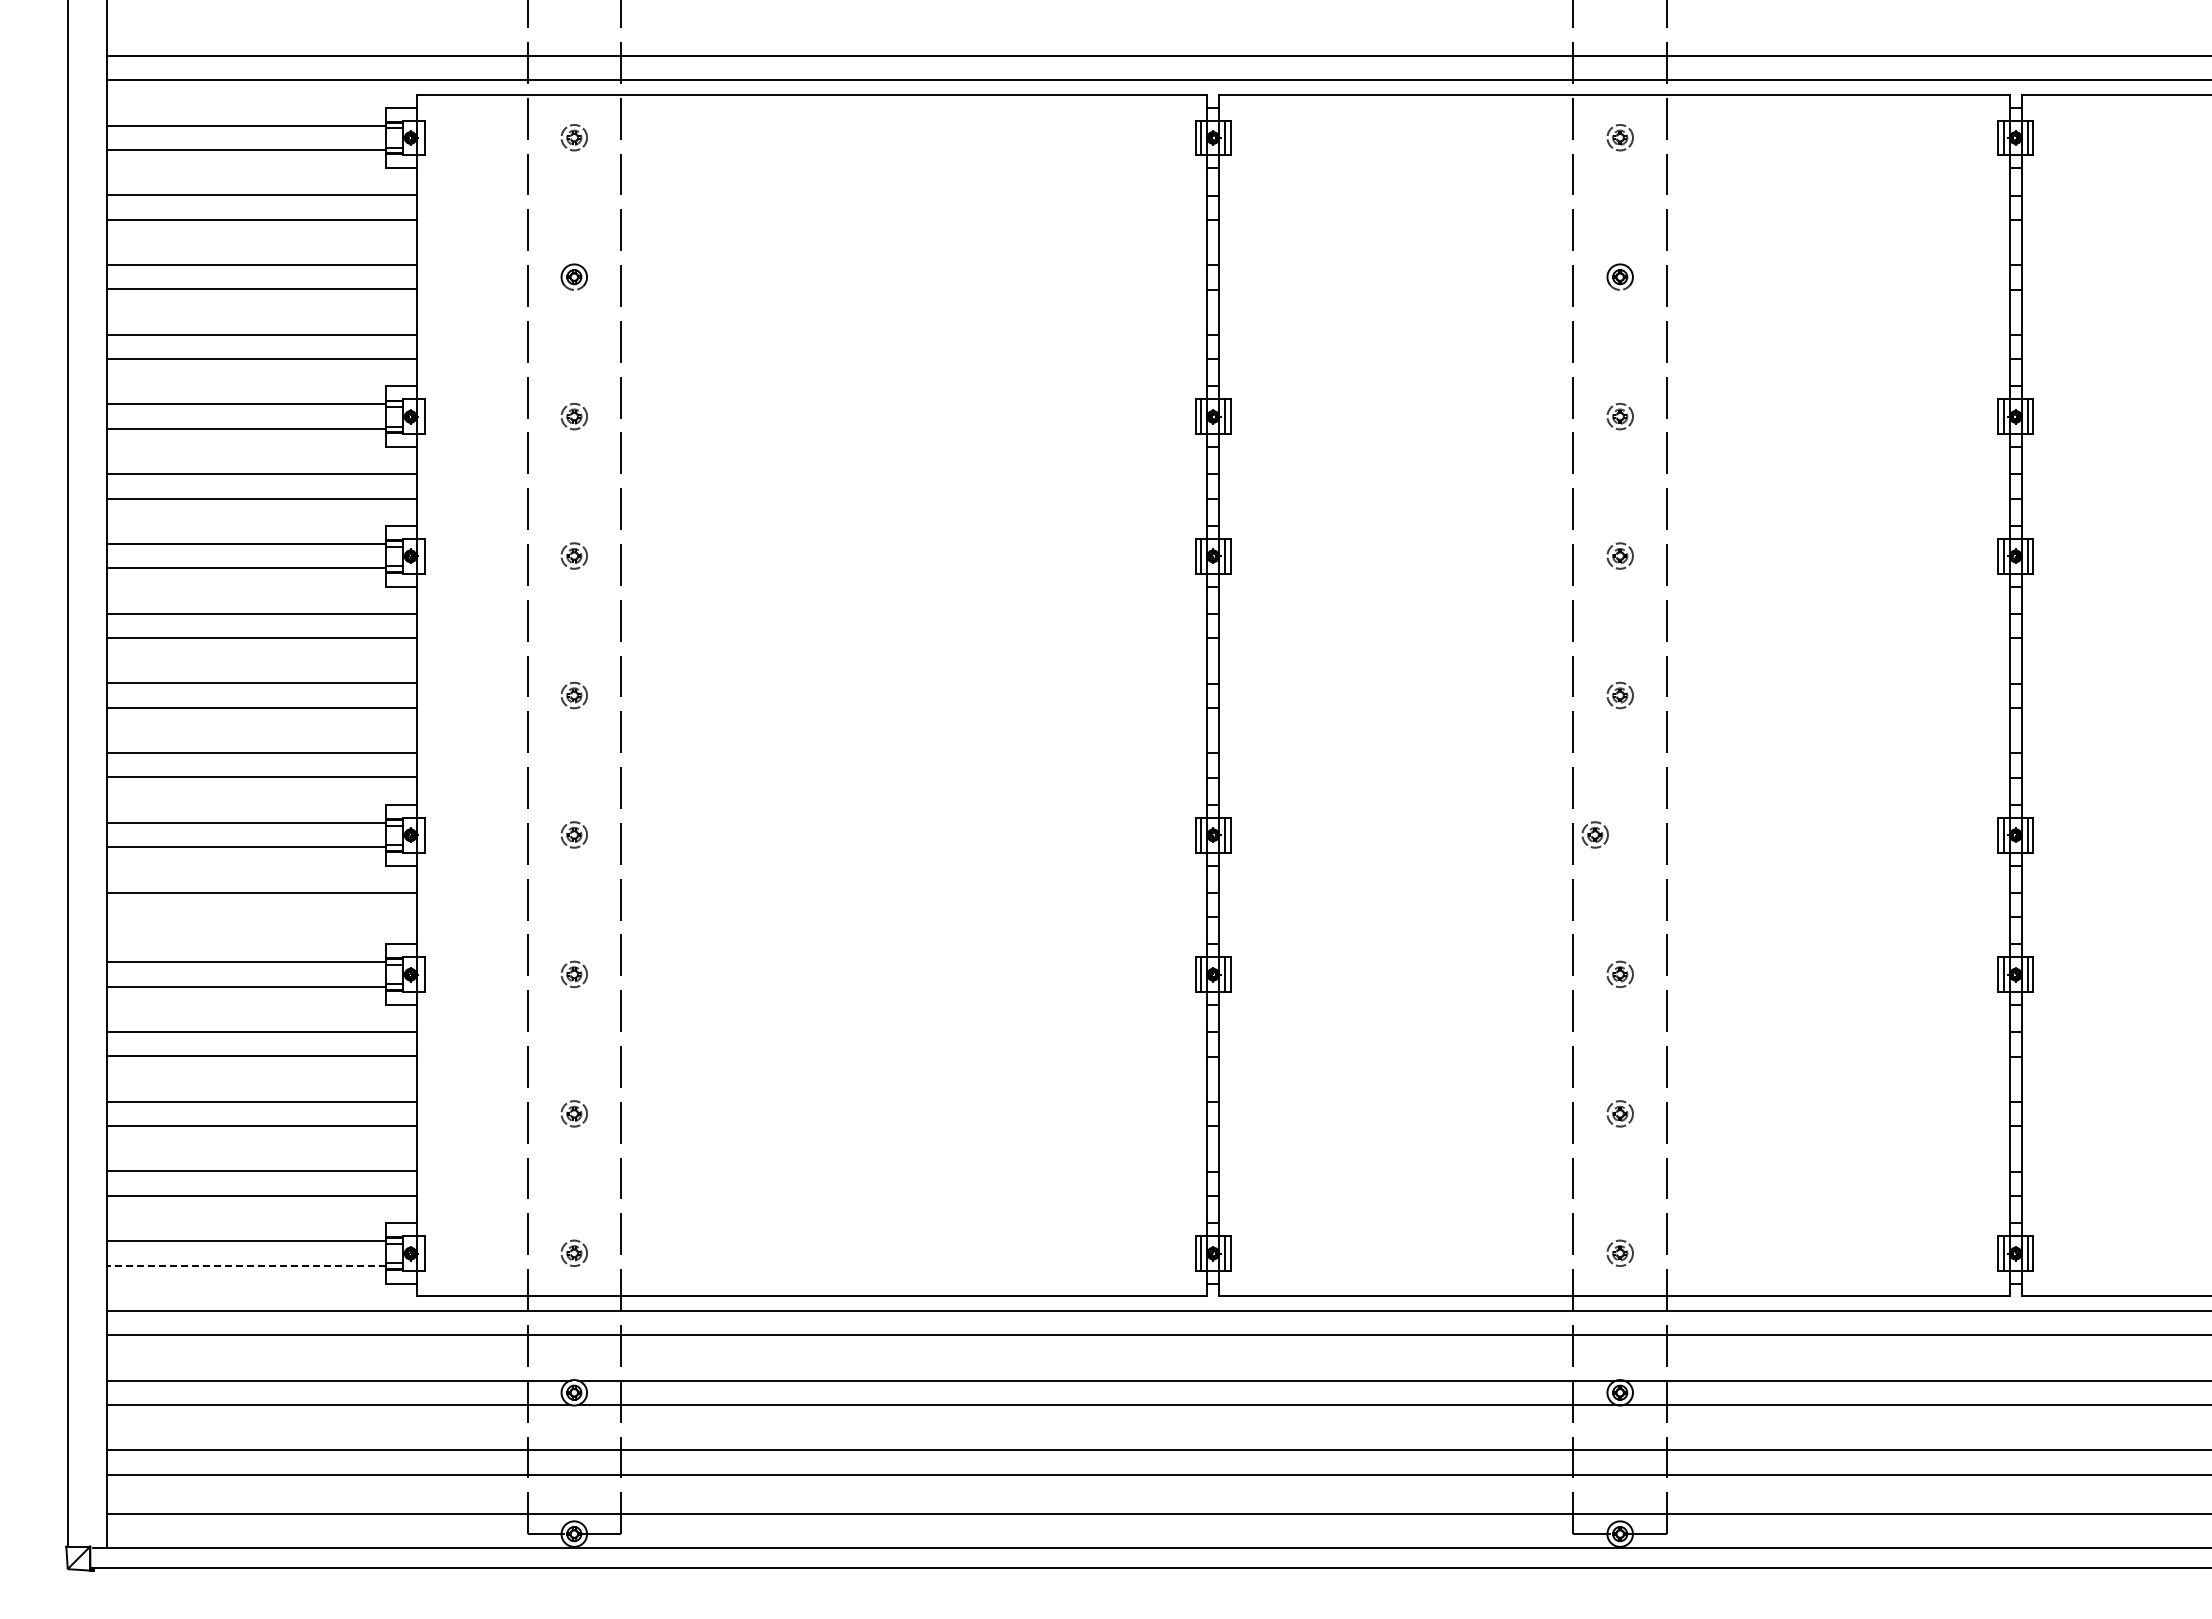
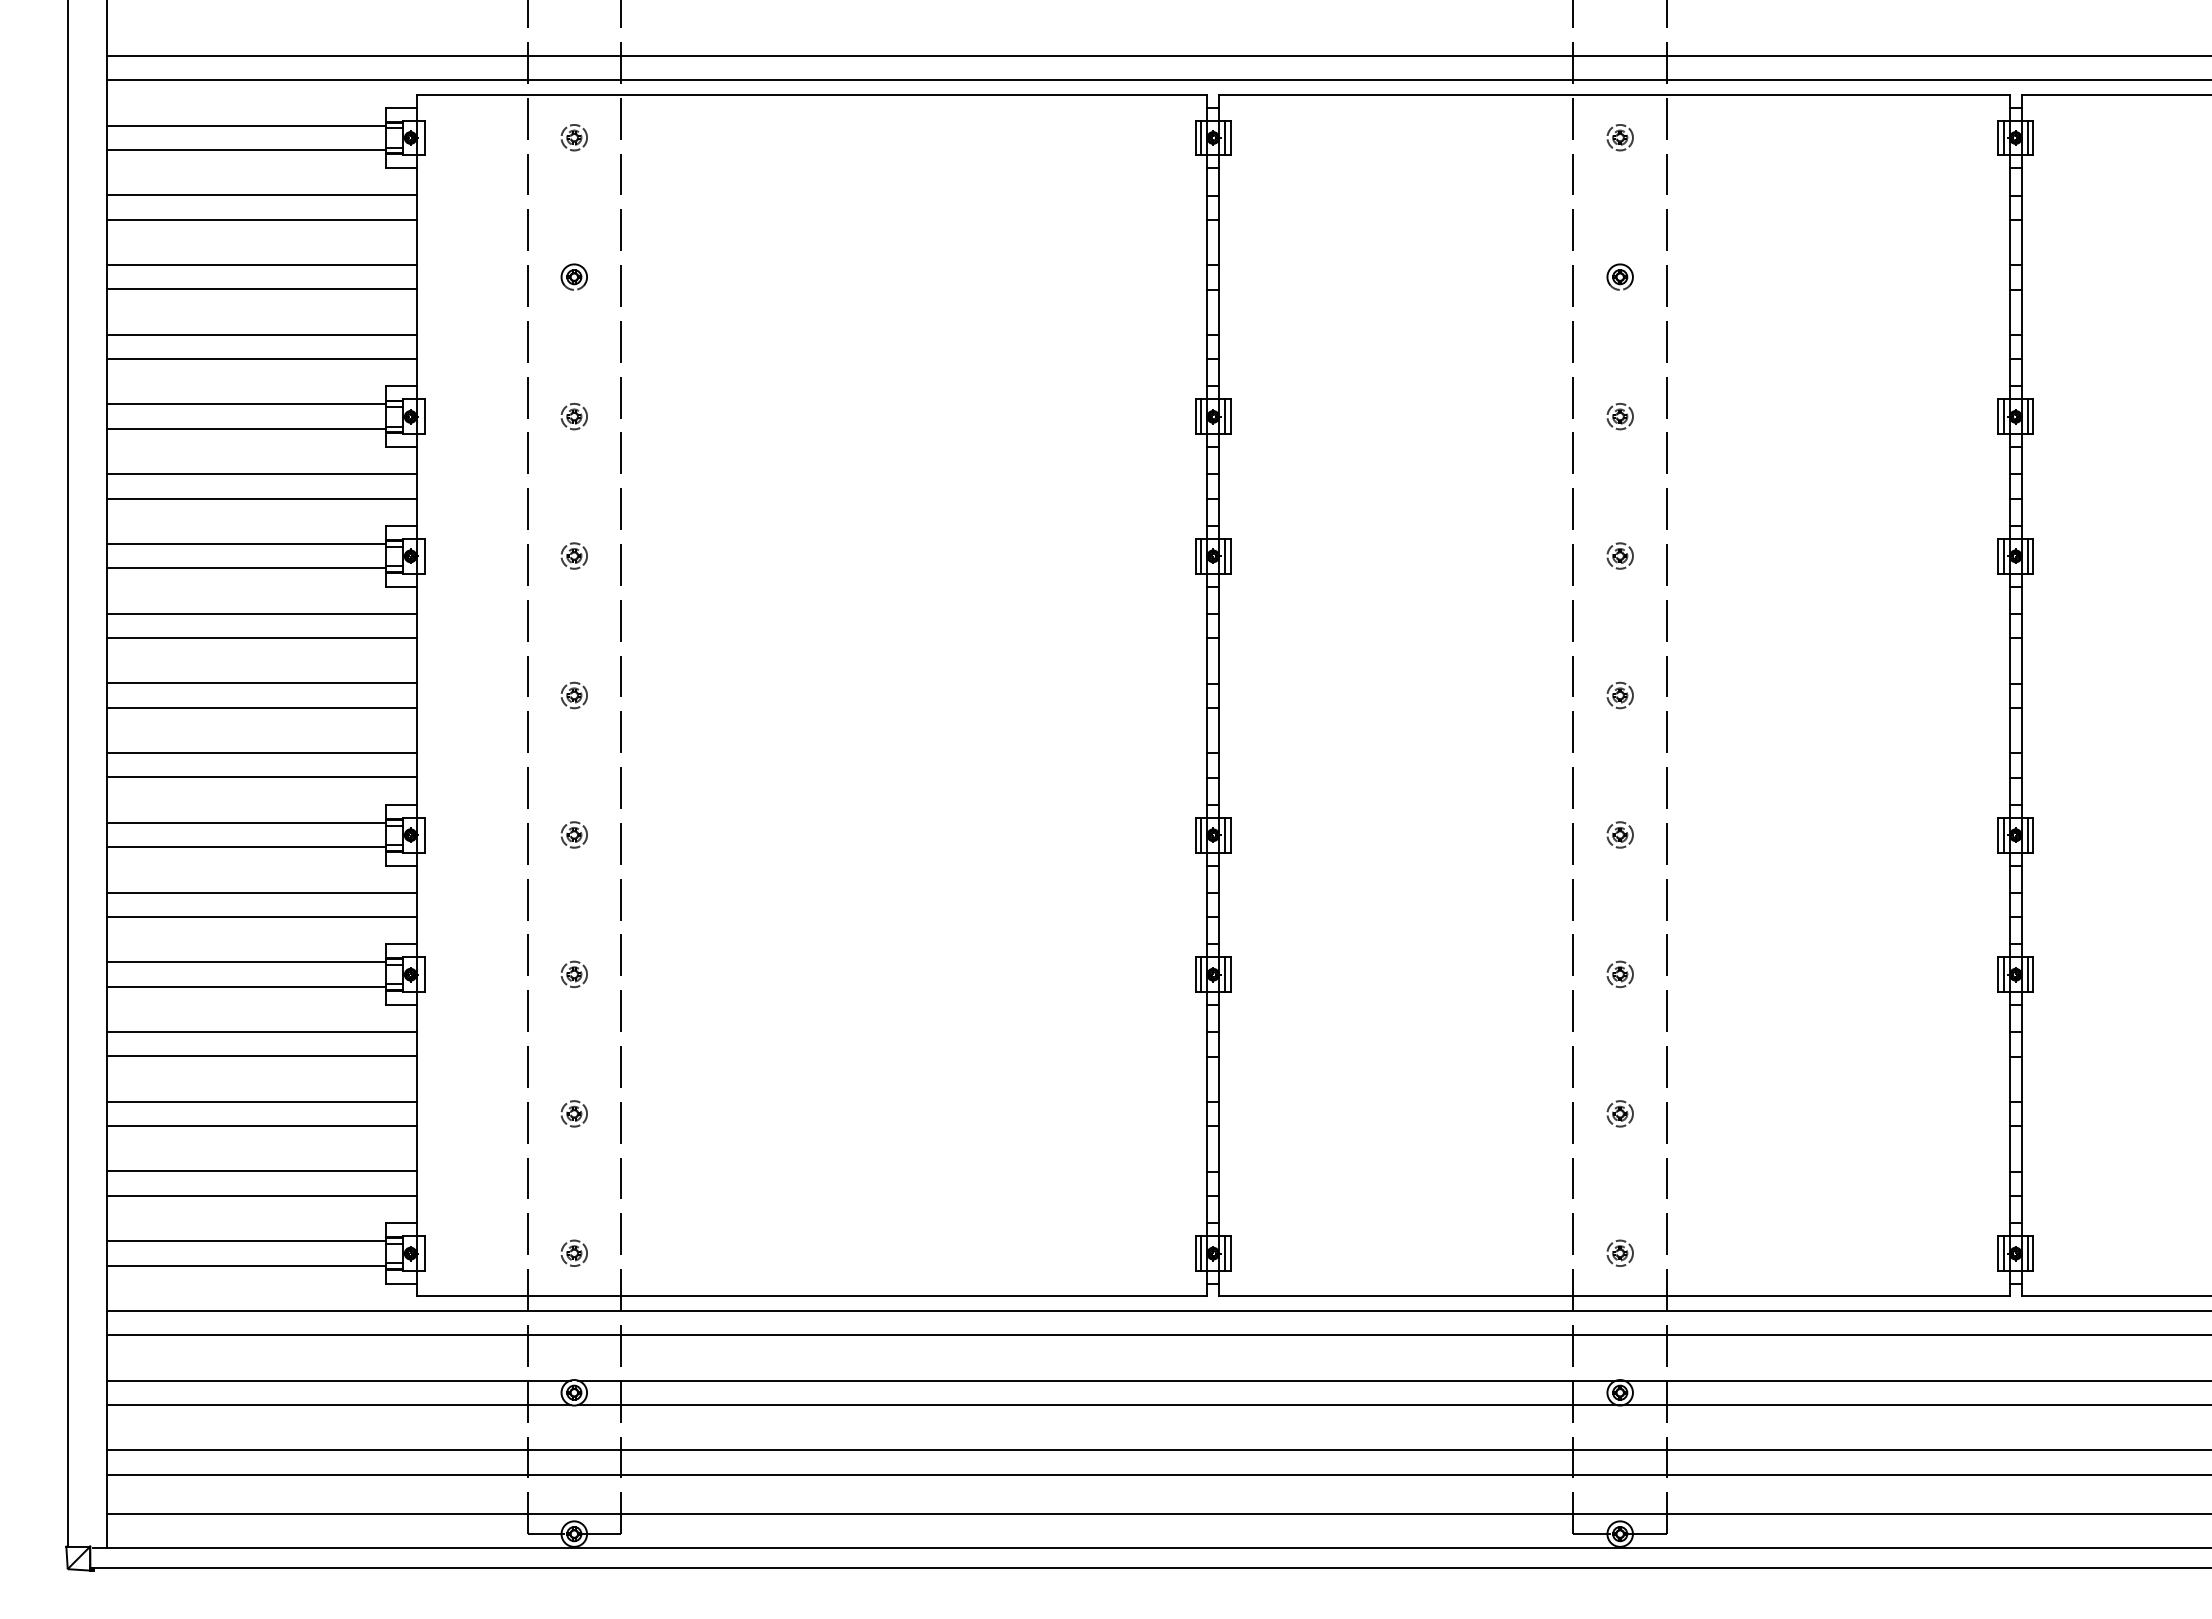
part at (1594, 834) position: (1594, 834) -> (1619, 834)
line at (261, 916): none -> present
line at (246, 1265): dashed -> solid
